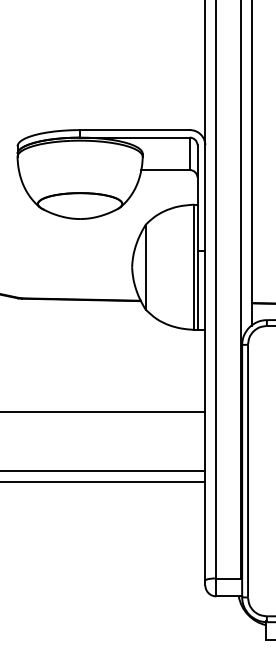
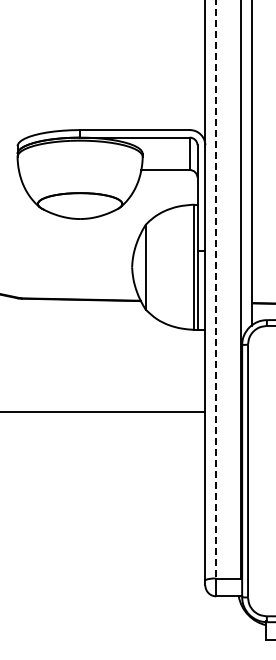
line at (216, 289): solid -> dashed
line at (103, 471): present -> none
line at (103, 482): present -> none
